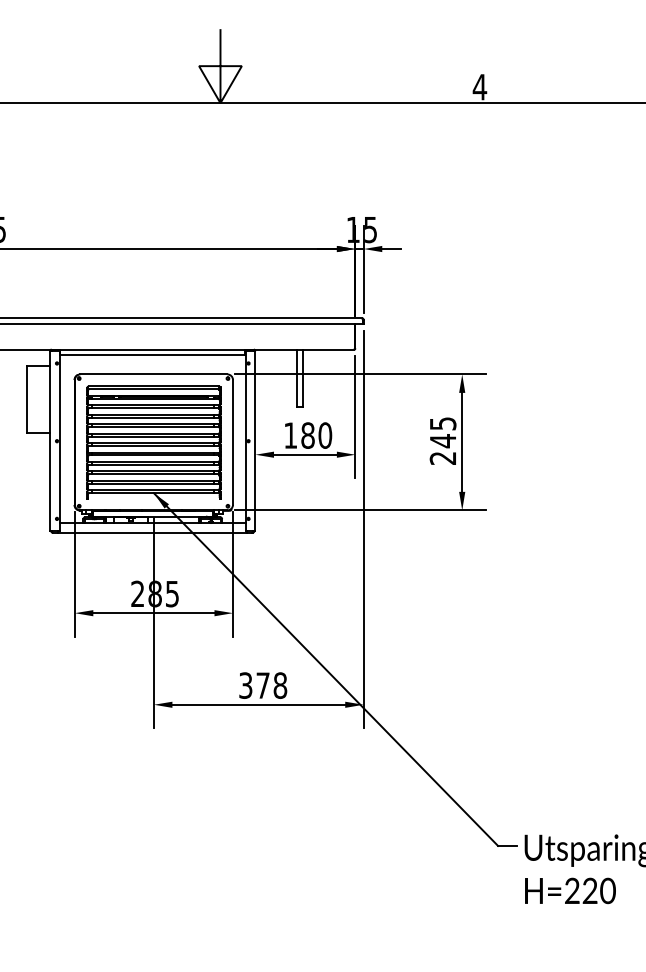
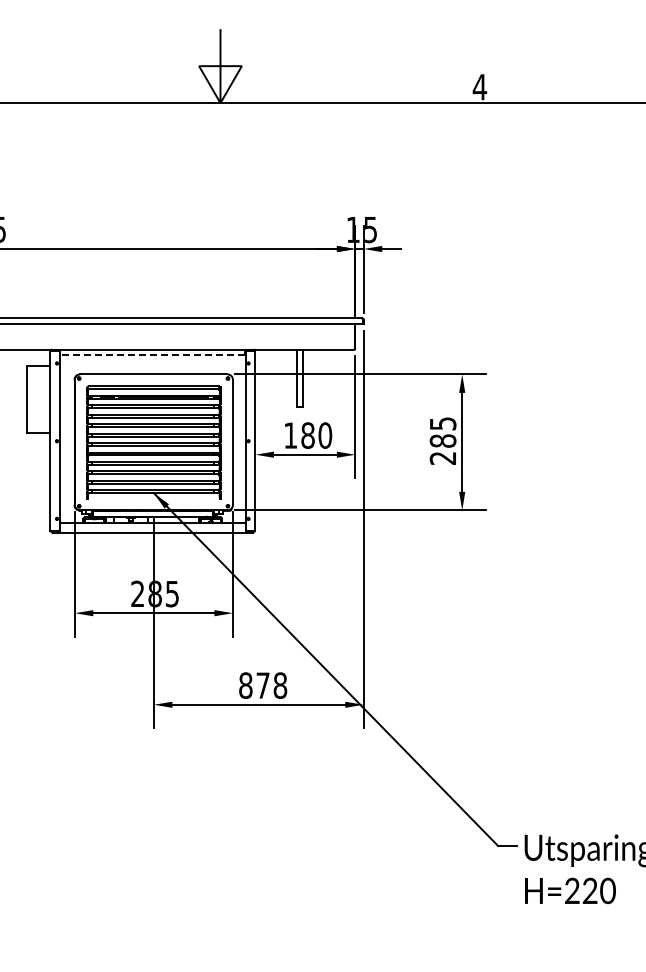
line at (152, 355): solid -> dashed
text at (442, 441): 245 -> 285
text at (245, 685): 378 -> 878
